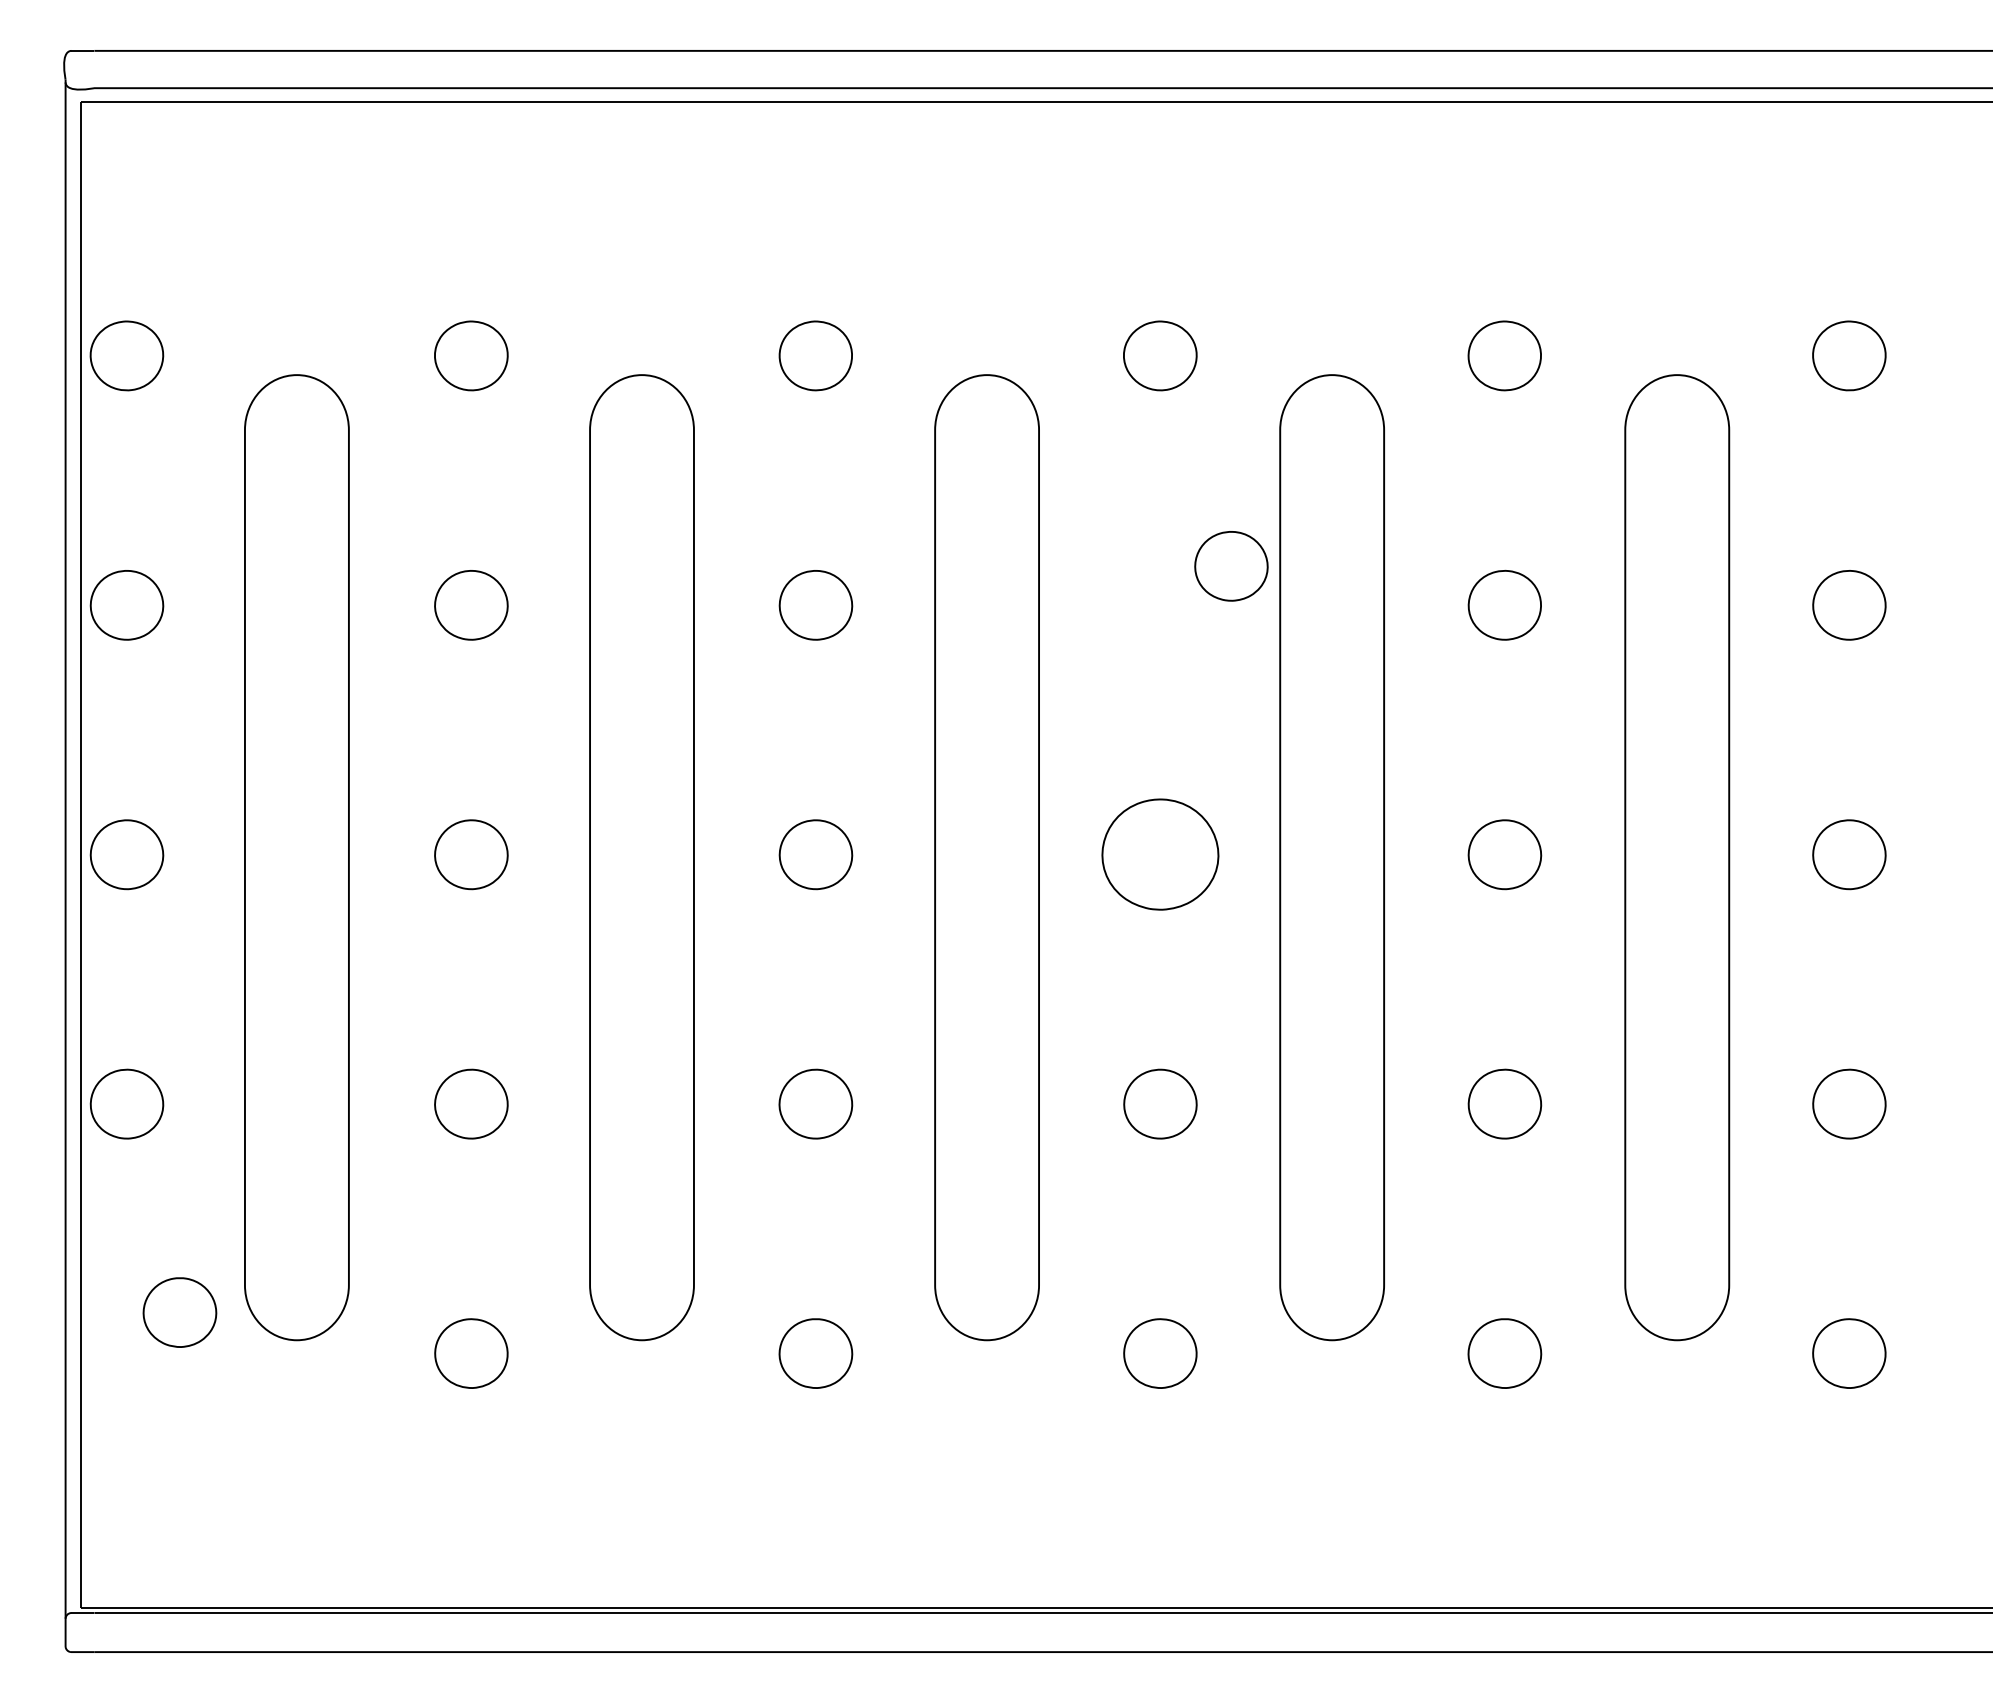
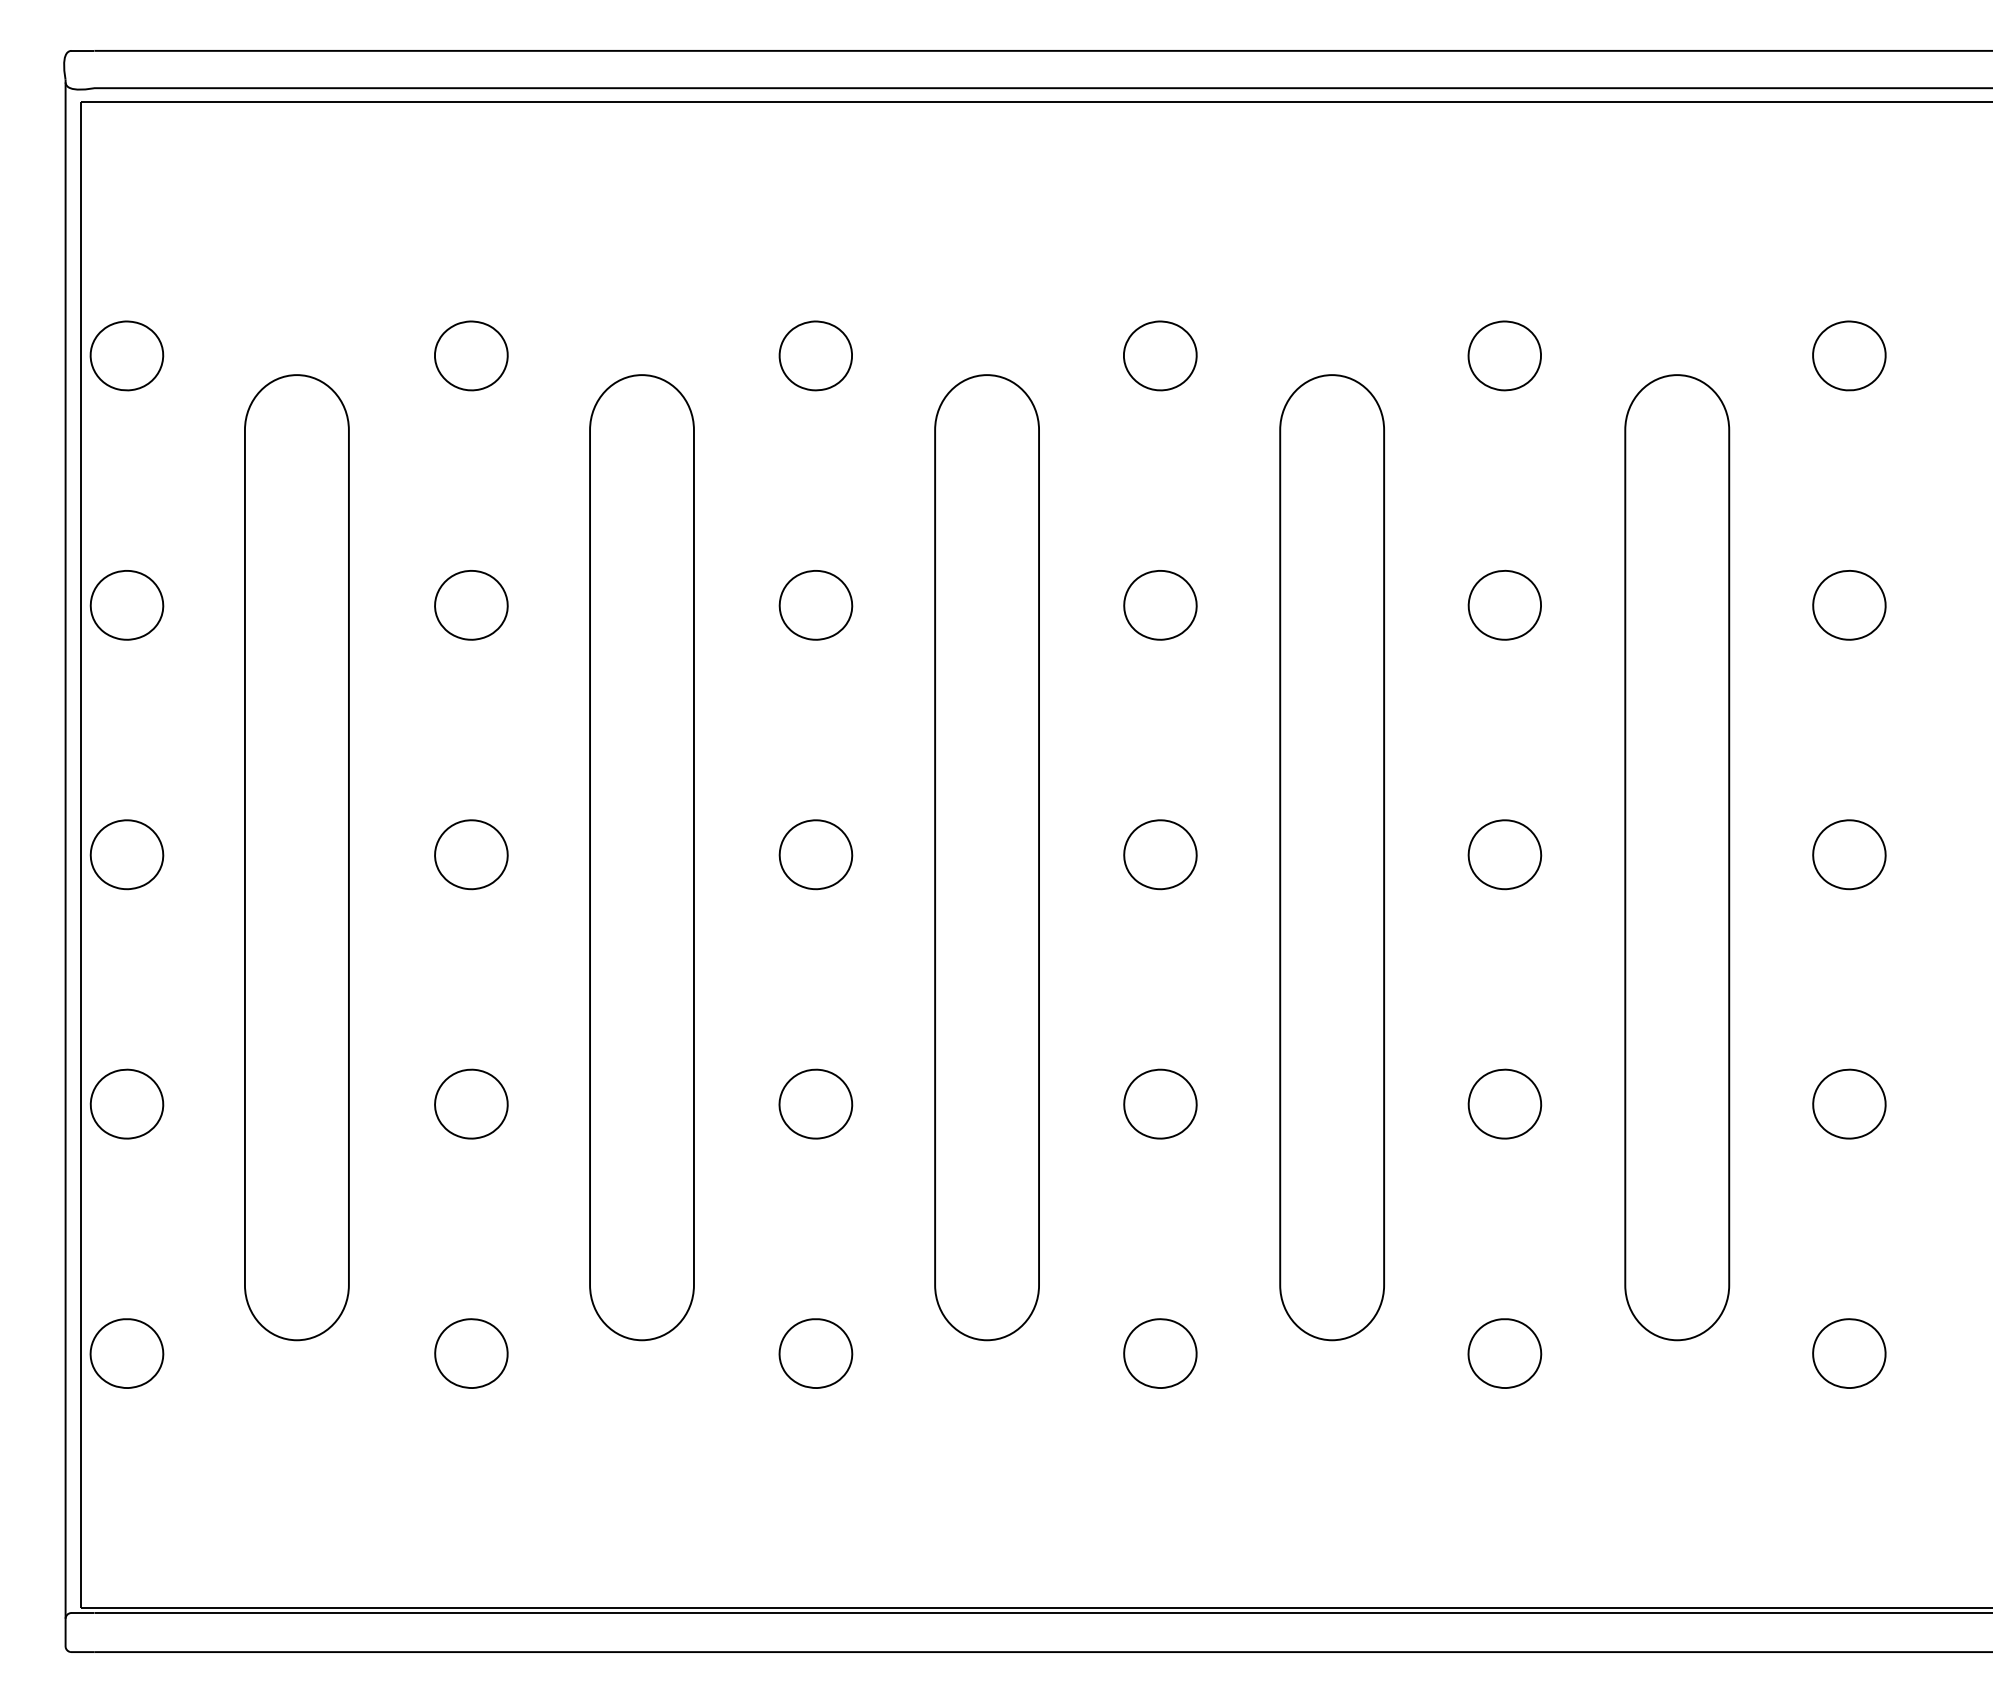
part at (1231, 566) position: (1231, 566) -> (1160, 605)
part at (1160, 854) size: 119x113 px -> 75x72 px
part at (179, 1312) position: (179, 1312) -> (126, 1353)
